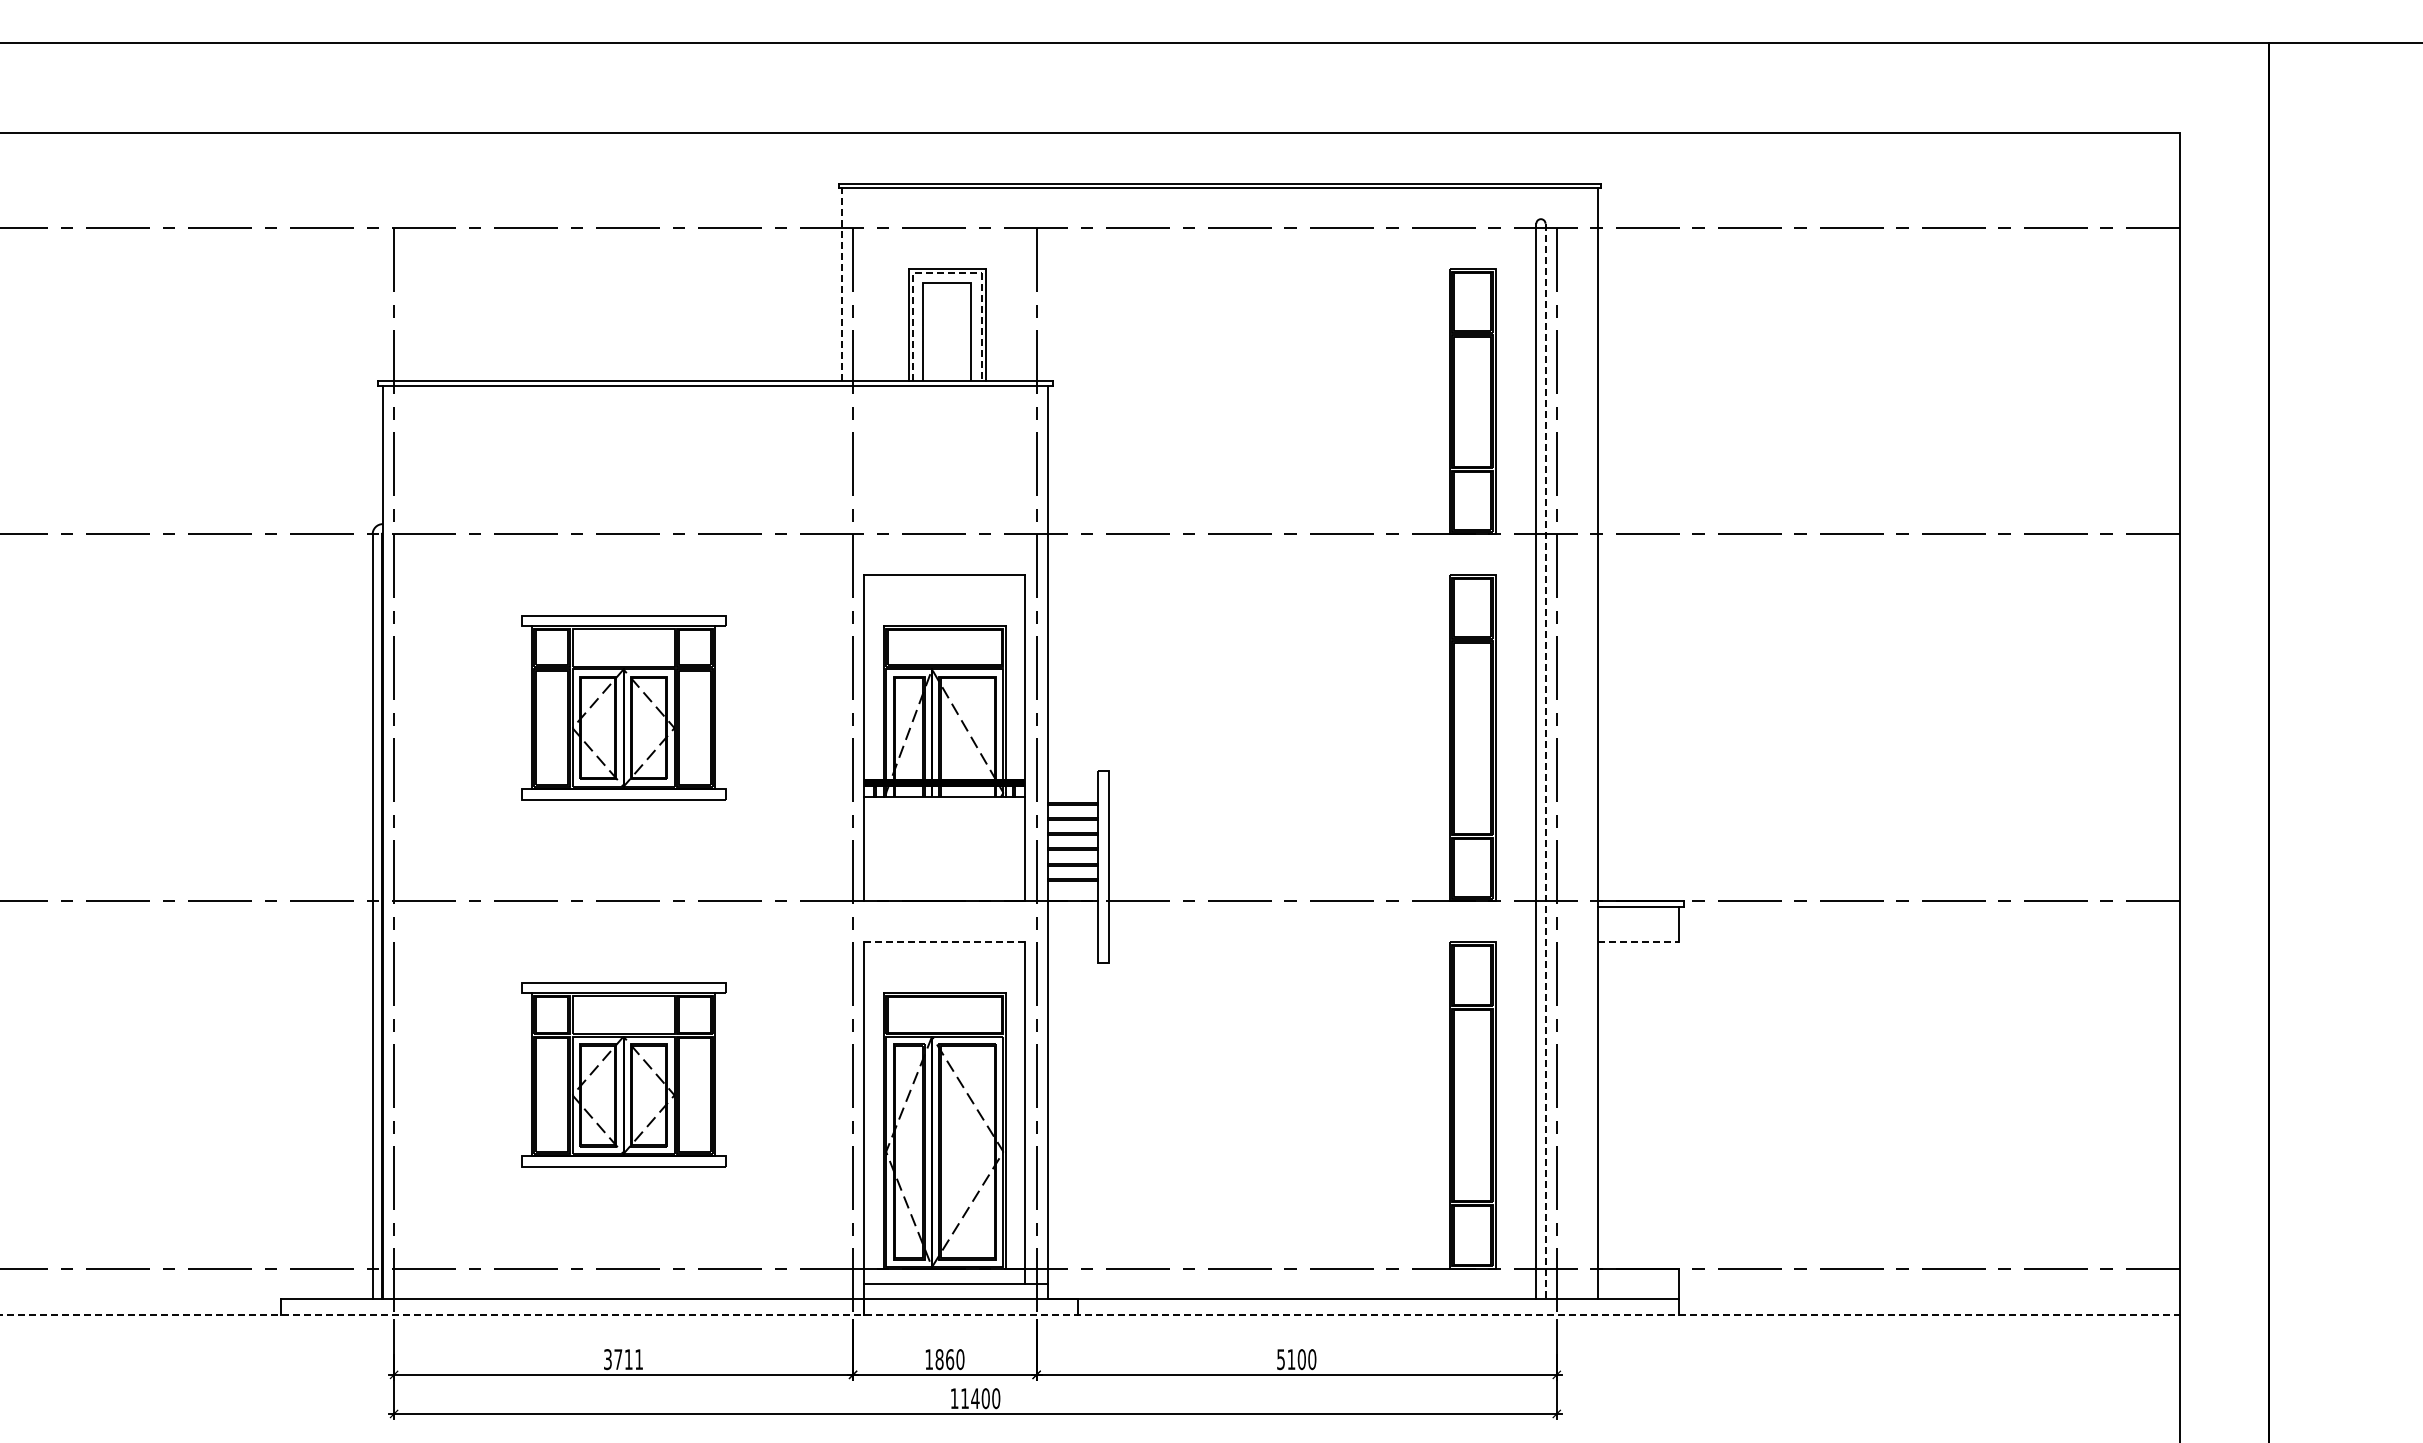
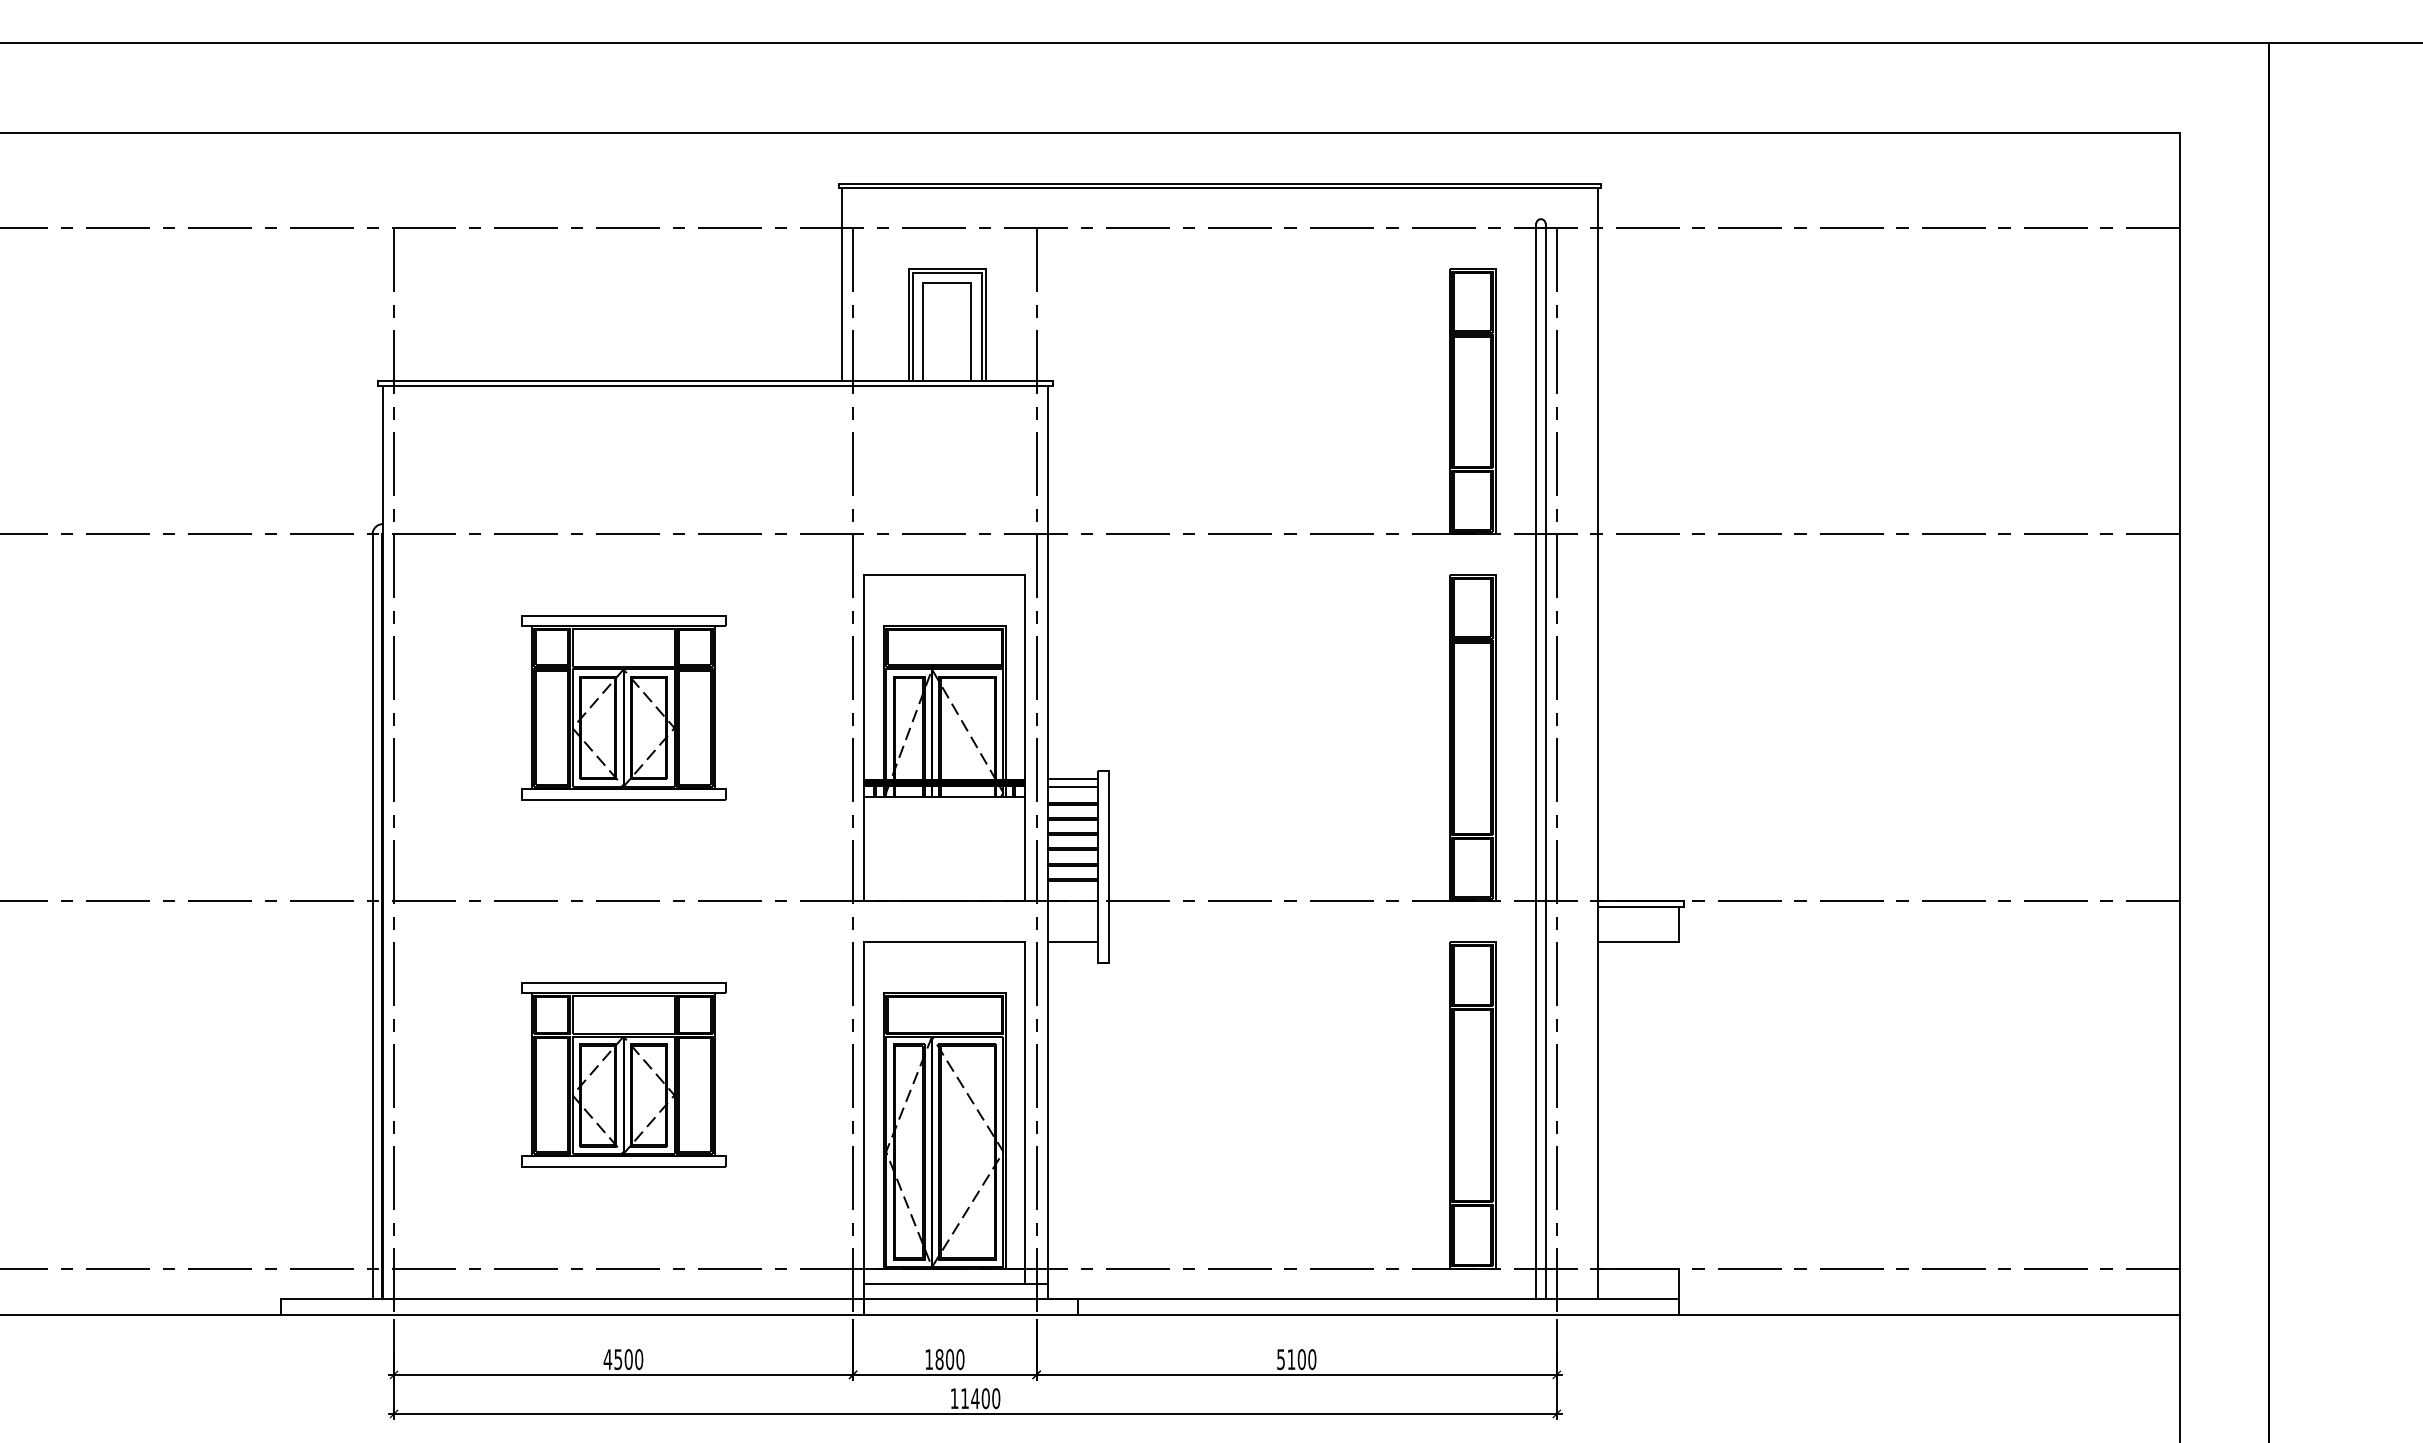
line at (947, 273): dashed -> solid
line at (841, 284): dashed -> solid
line at (1545, 761): dashed -> solid
line at (1072, 779): none -> present
line at (1072, 787): none -> present
line at (944, 942): dashed -> solid
line at (1072, 942): none -> present
line at (1638, 942): dashed -> solid
line at (1090, 1314): dashed -> solid
text at (623, 1359): 3711 -> 4500
text at (950, 1359): 1860 -> 1800
